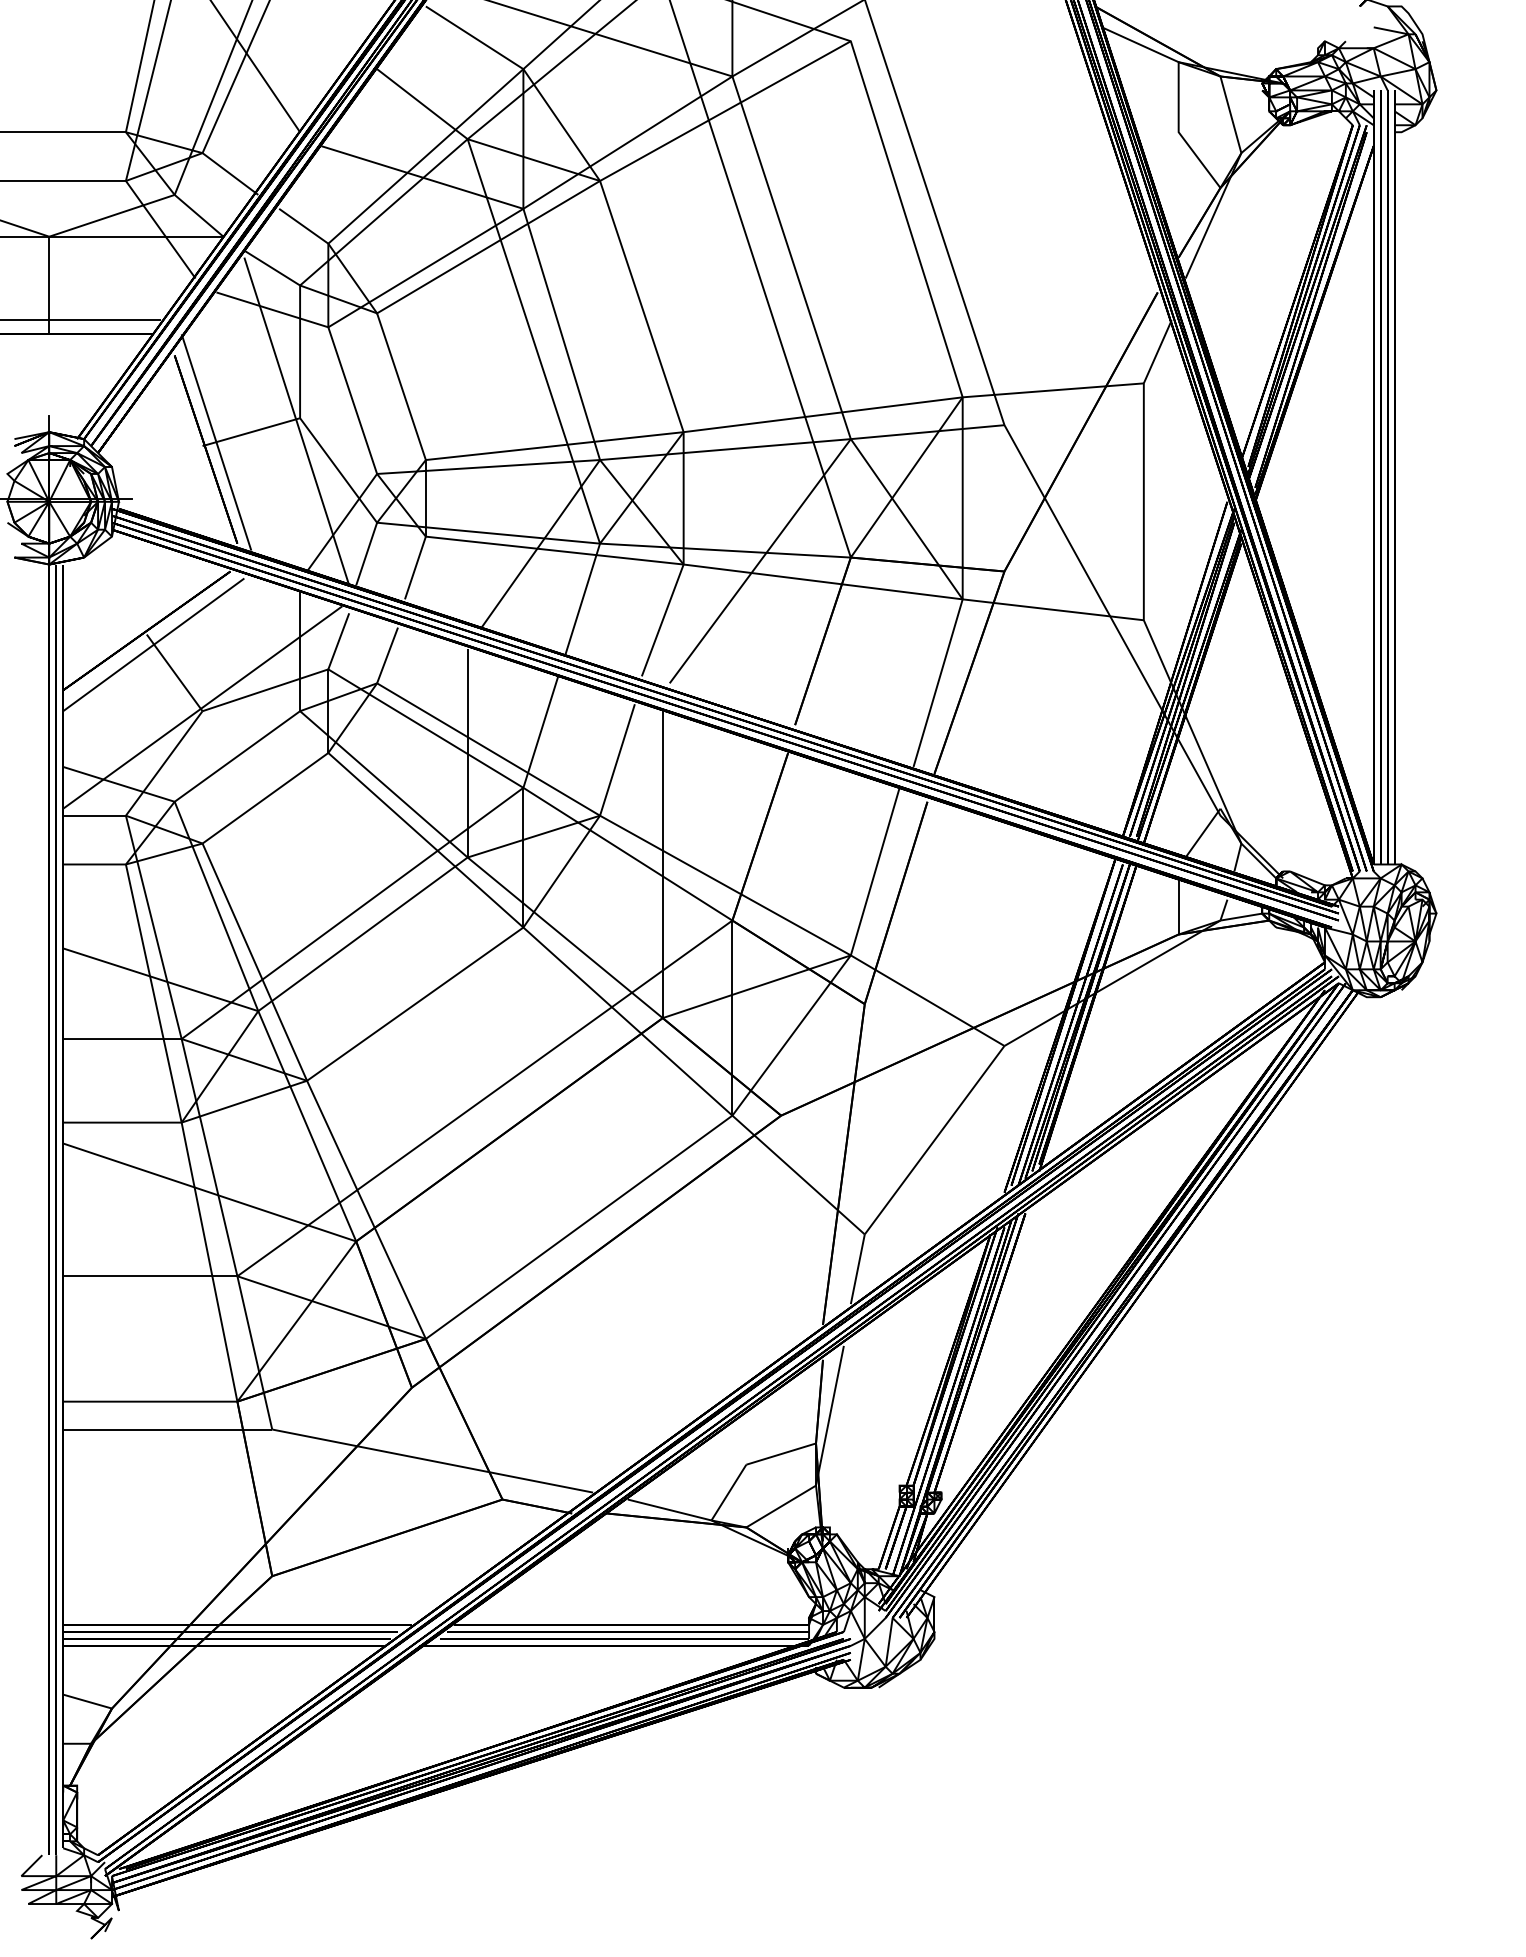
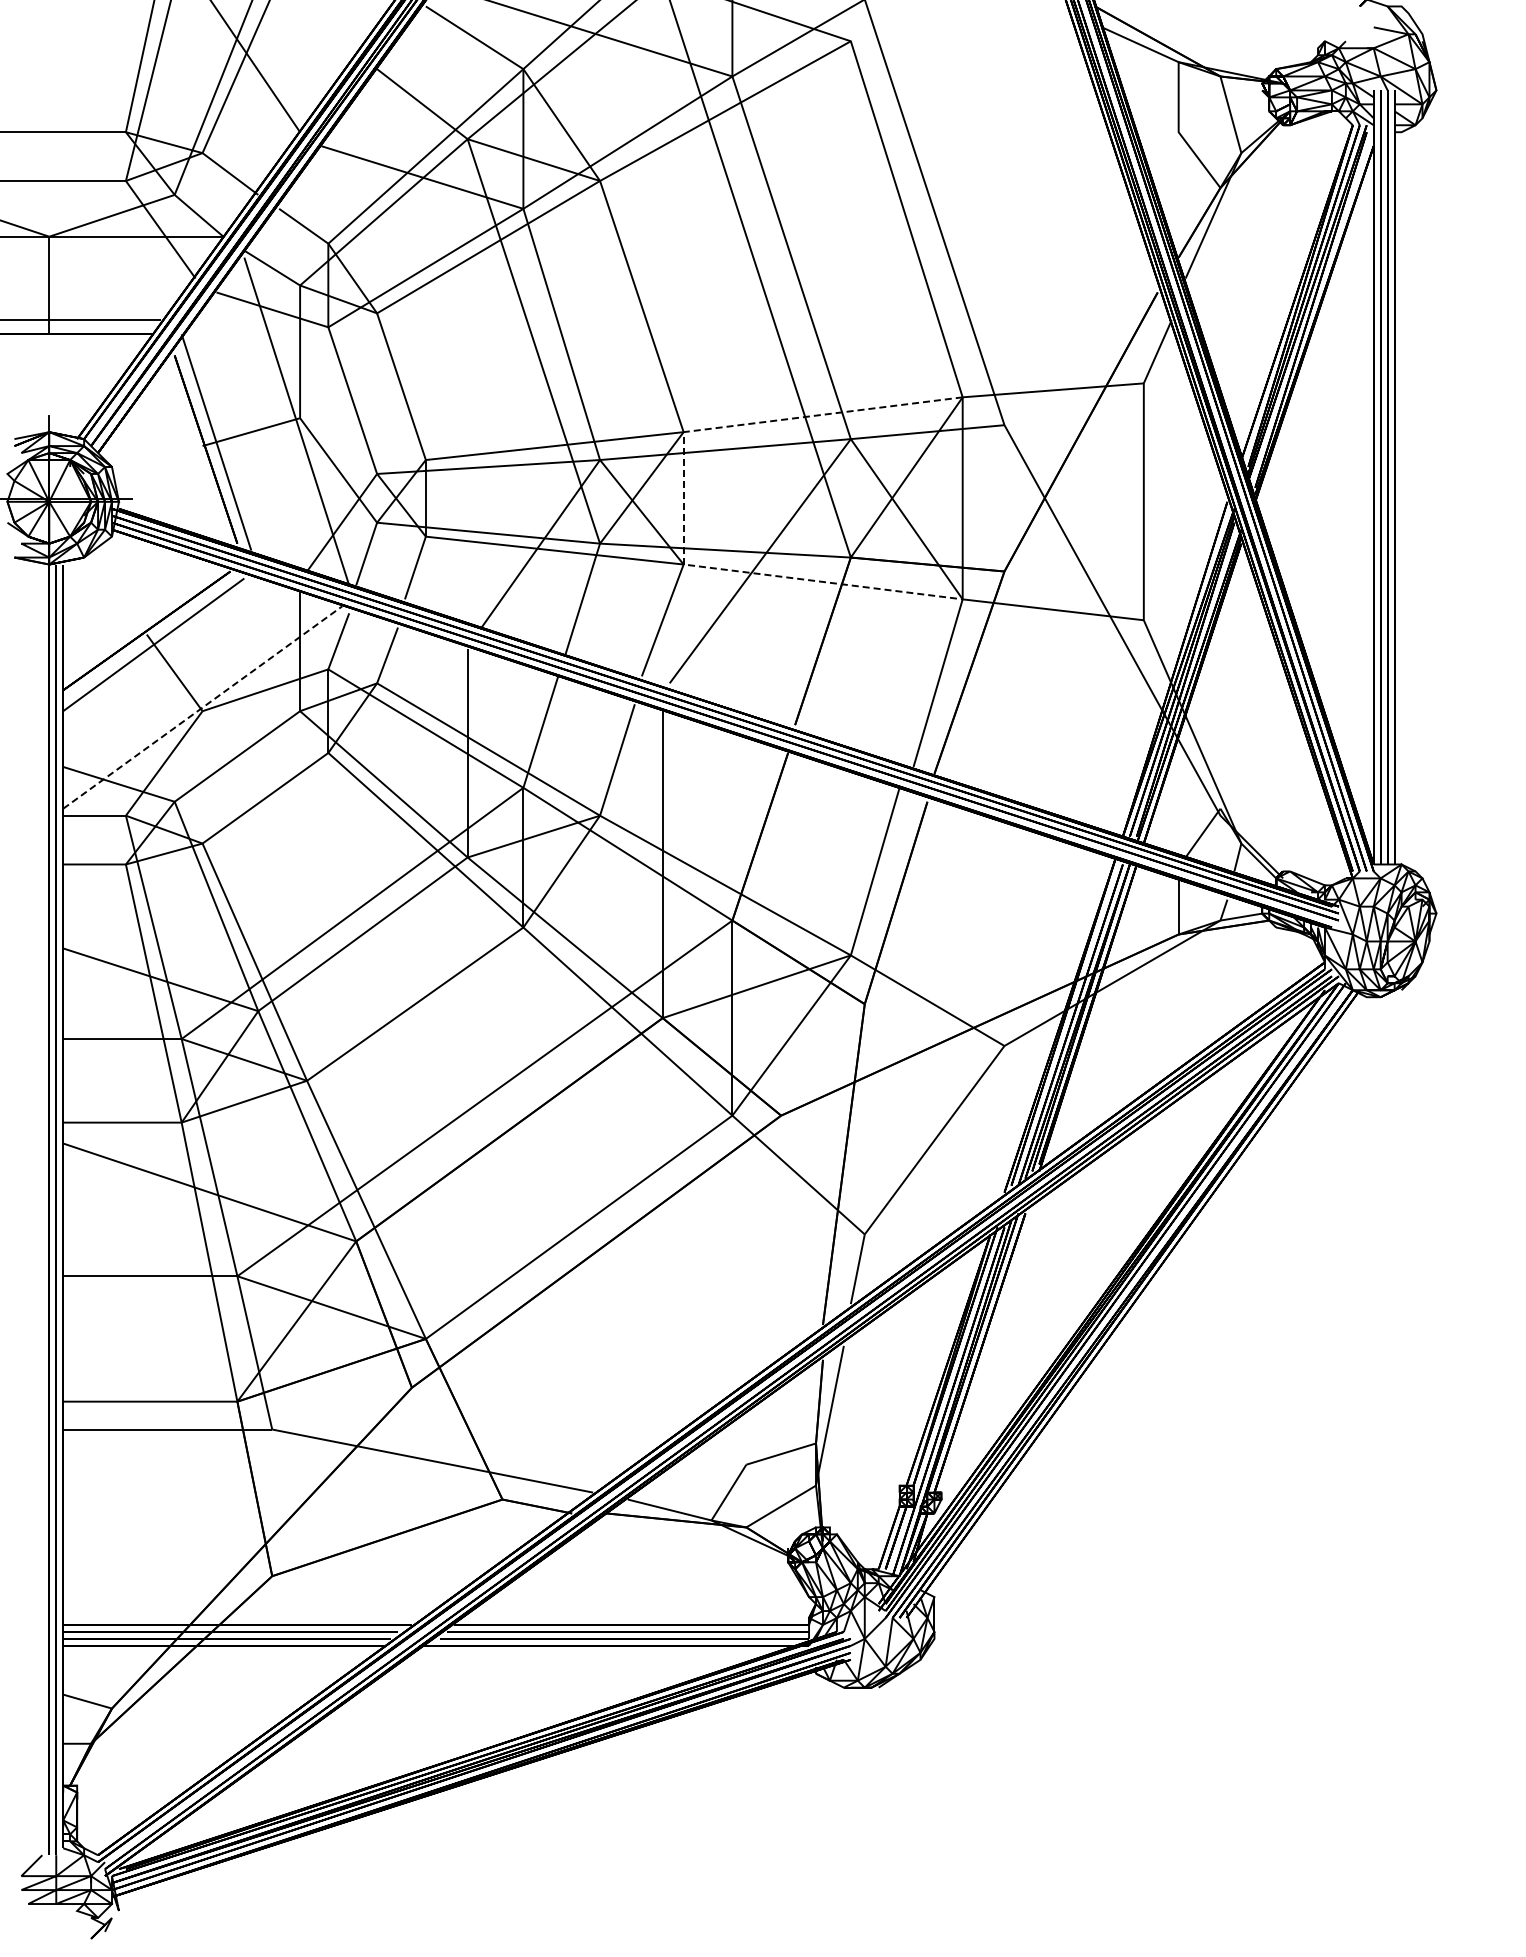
line at (683, 498): solid -> dashed
line at (203, 707): solid -> dashed
